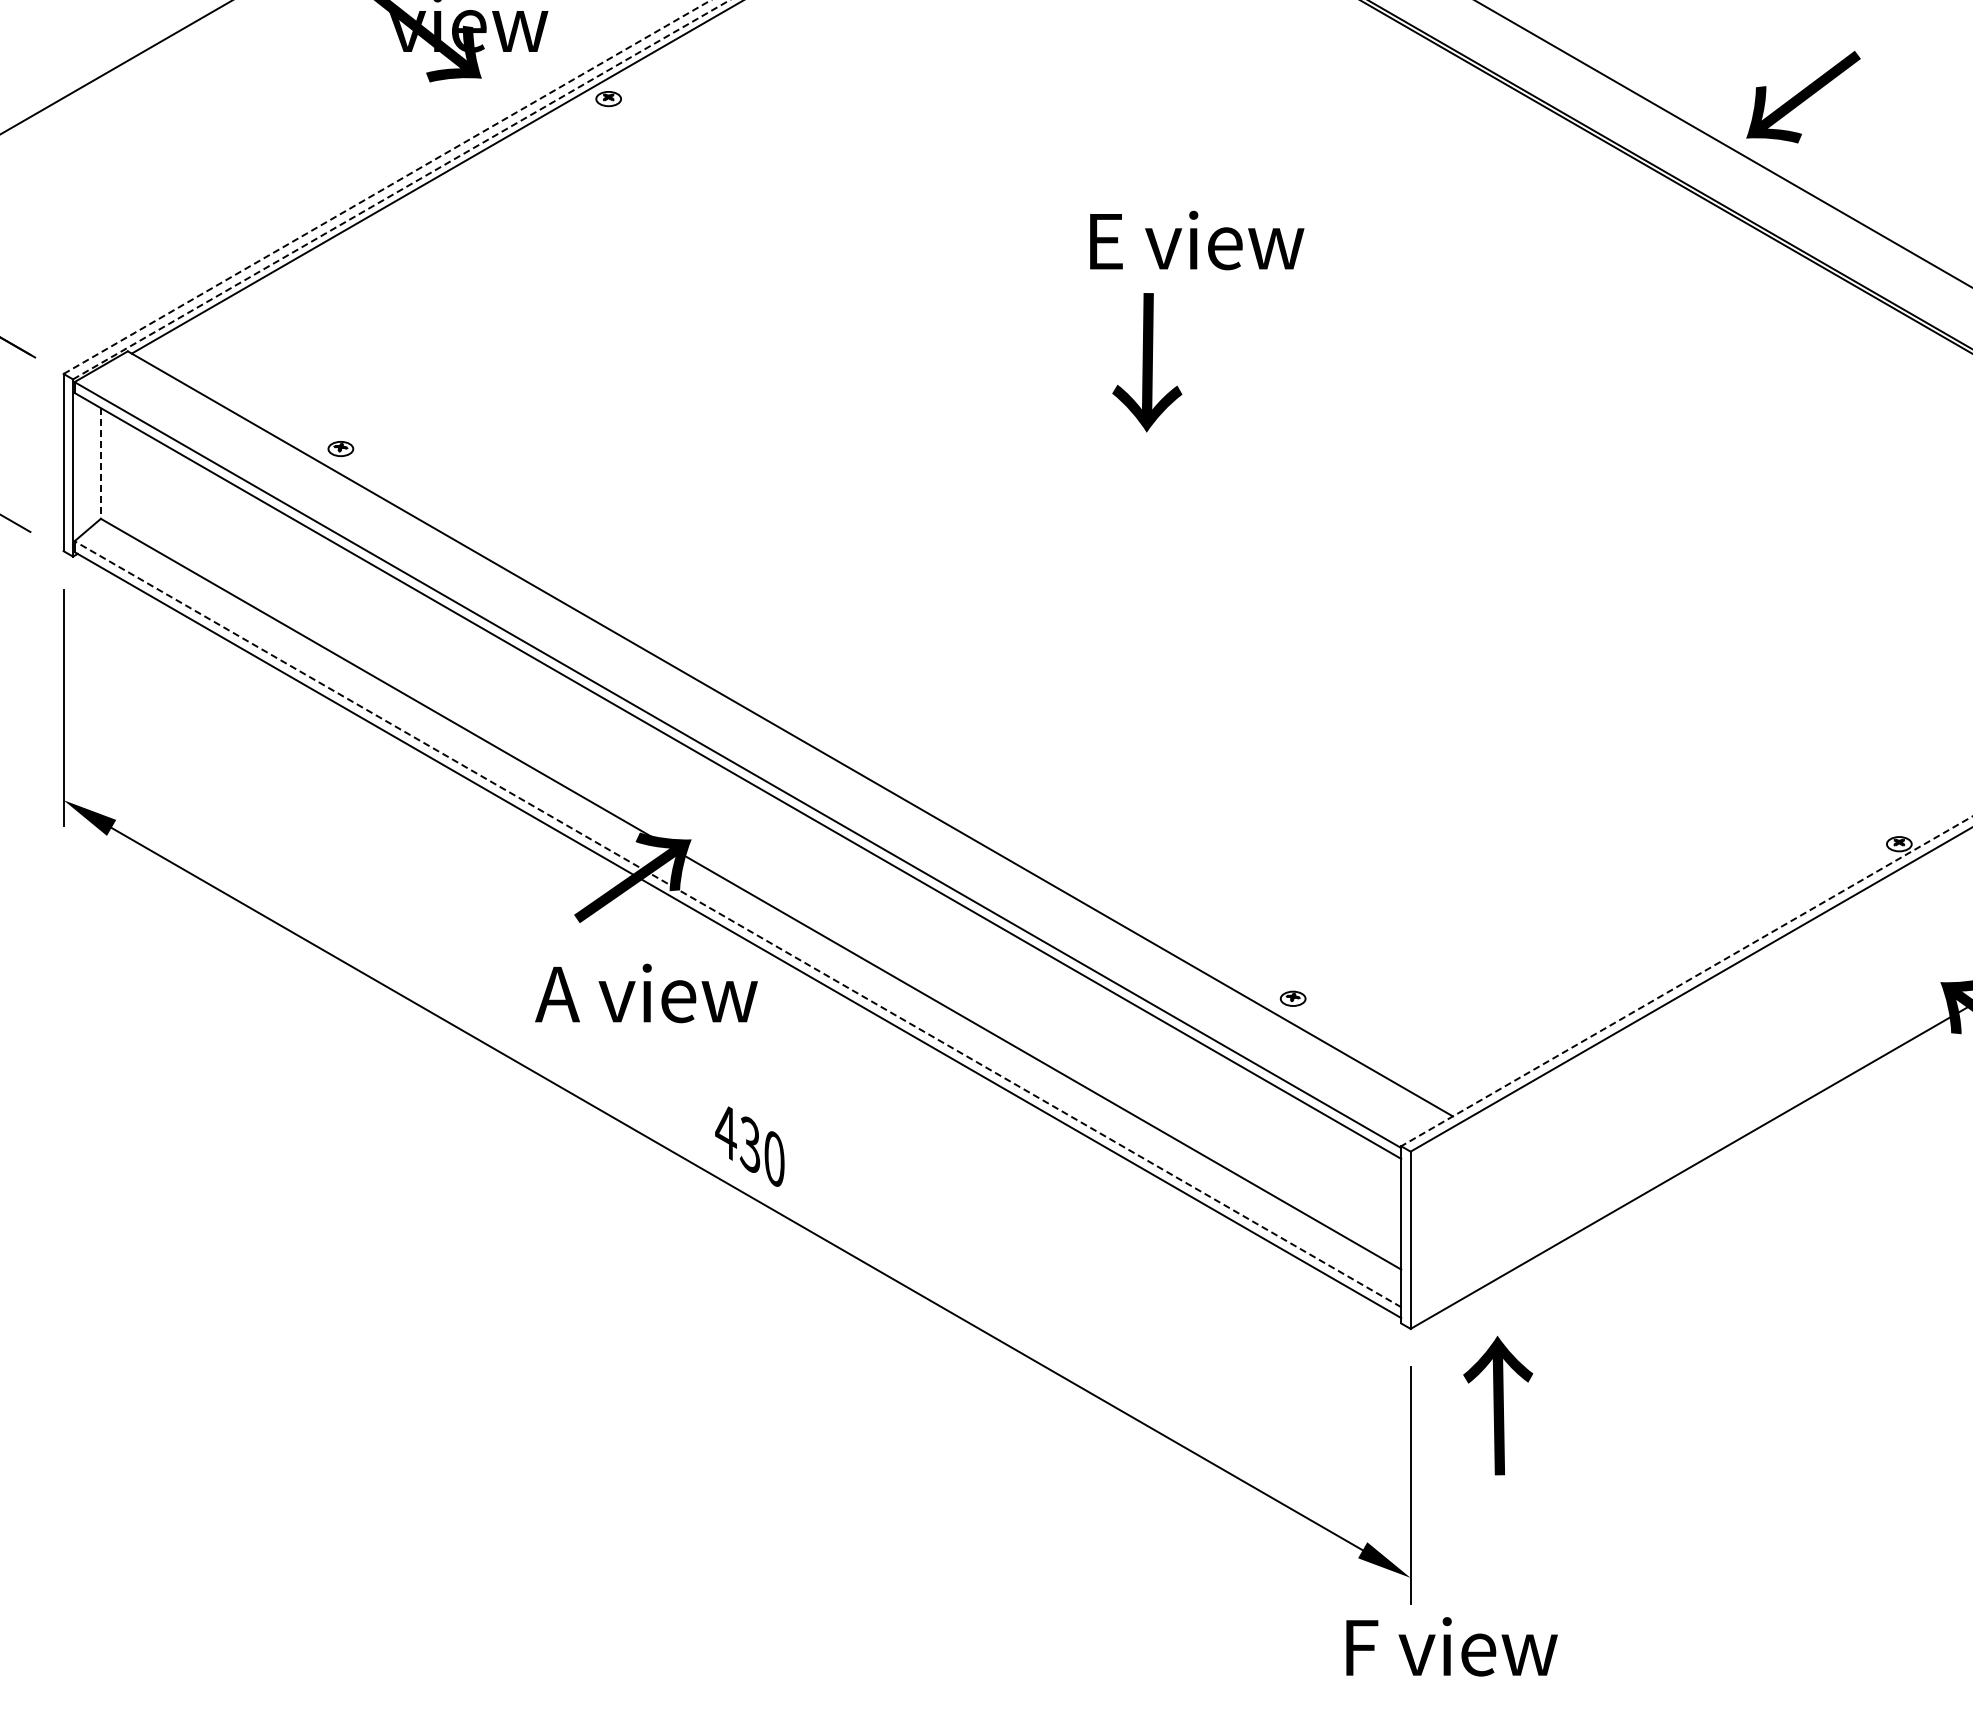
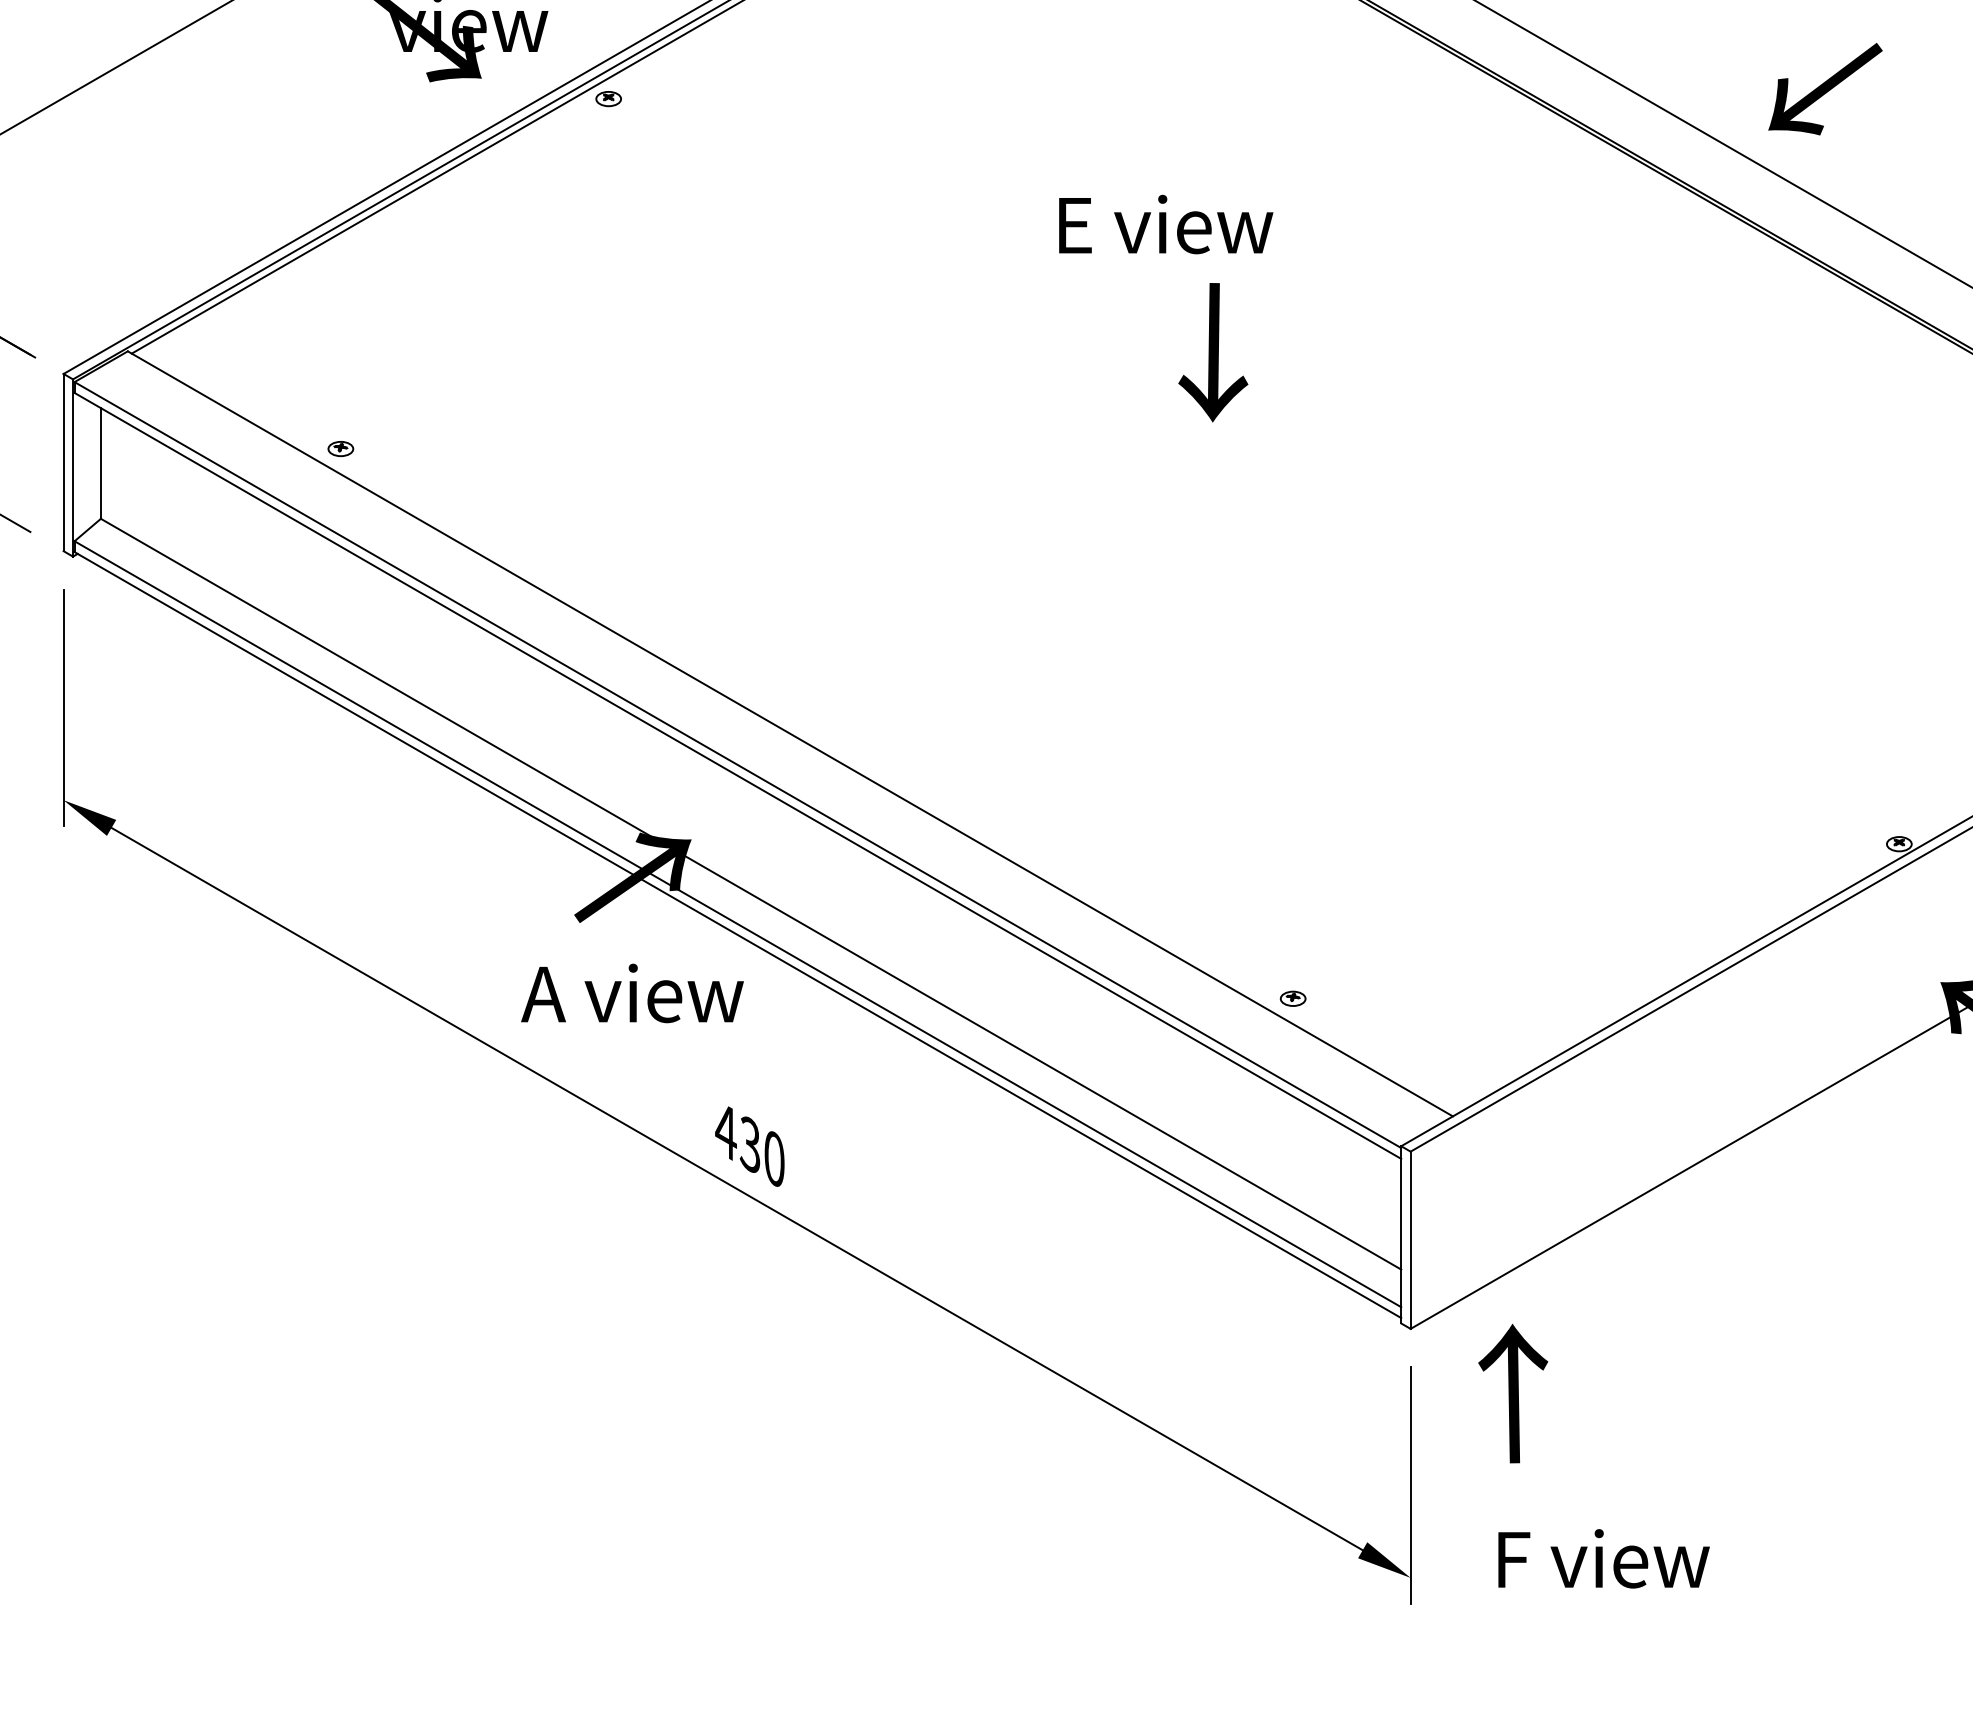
text at (1803, 97) position: (1803, 97) -> (1825, 89)
line at (387, 187): dashed -> solid
line at (402, 189): dashed -> solid
text at (1197, 240) position: (1197, 240) -> (1166, 224)
text at (1147, 362) position: (1147, 362) -> (1213, 352)
line at (101, 464): dashed -> solid
line at (737, 924): dashed -> solid
line at (1686, 981): dashed -> solid
text at (646, 993) position: (646, 993) -> (632, 993)
text at (1498, 1405) position: (1498, 1405) -> (1513, 1393)
text at (1451, 1646) position: (1451, 1646) -> (1603, 1558)
